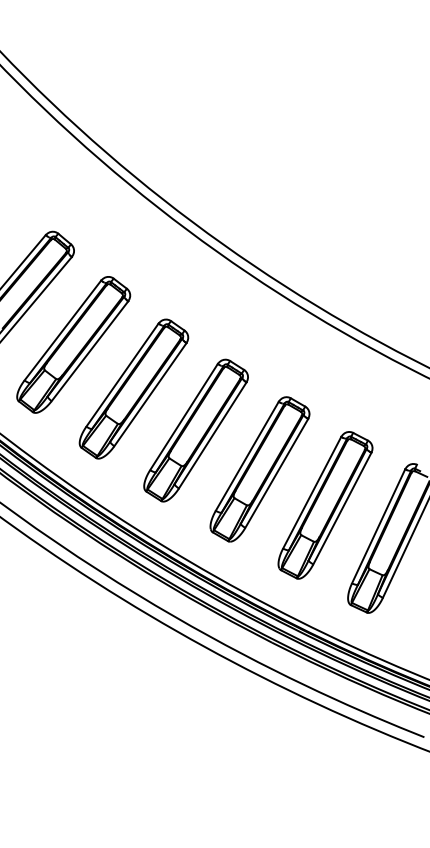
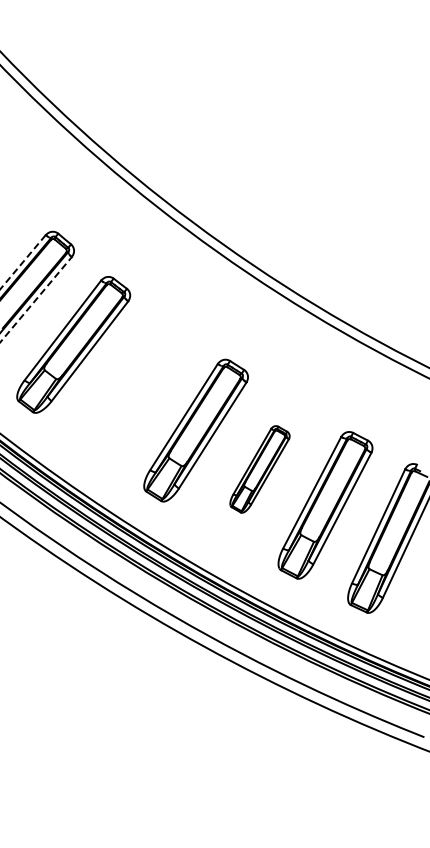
line at (22, 262): solid -> dashed
line at (35, 299): solid -> dashed
part at (133, 388): present -> none
part at (259, 469) size: 102x147 px -> 62x89 px
